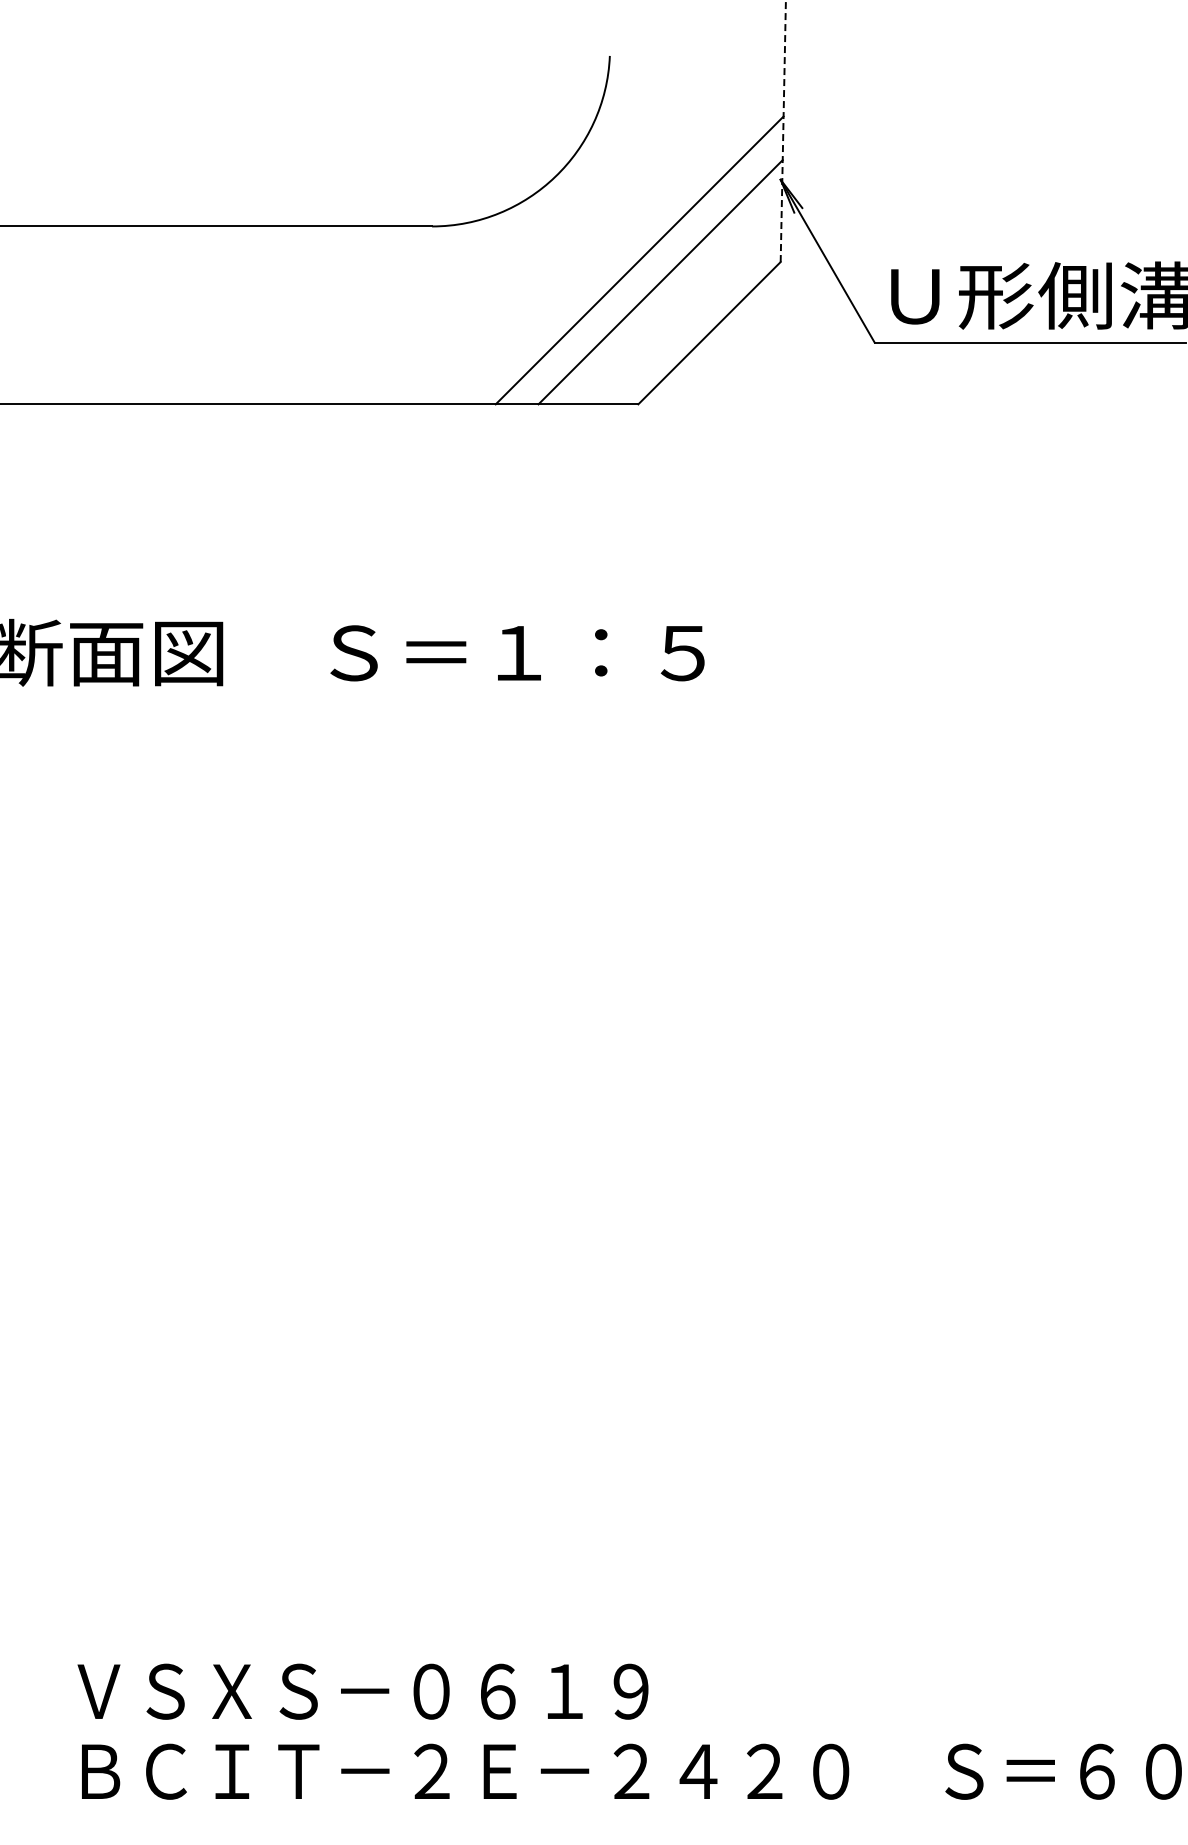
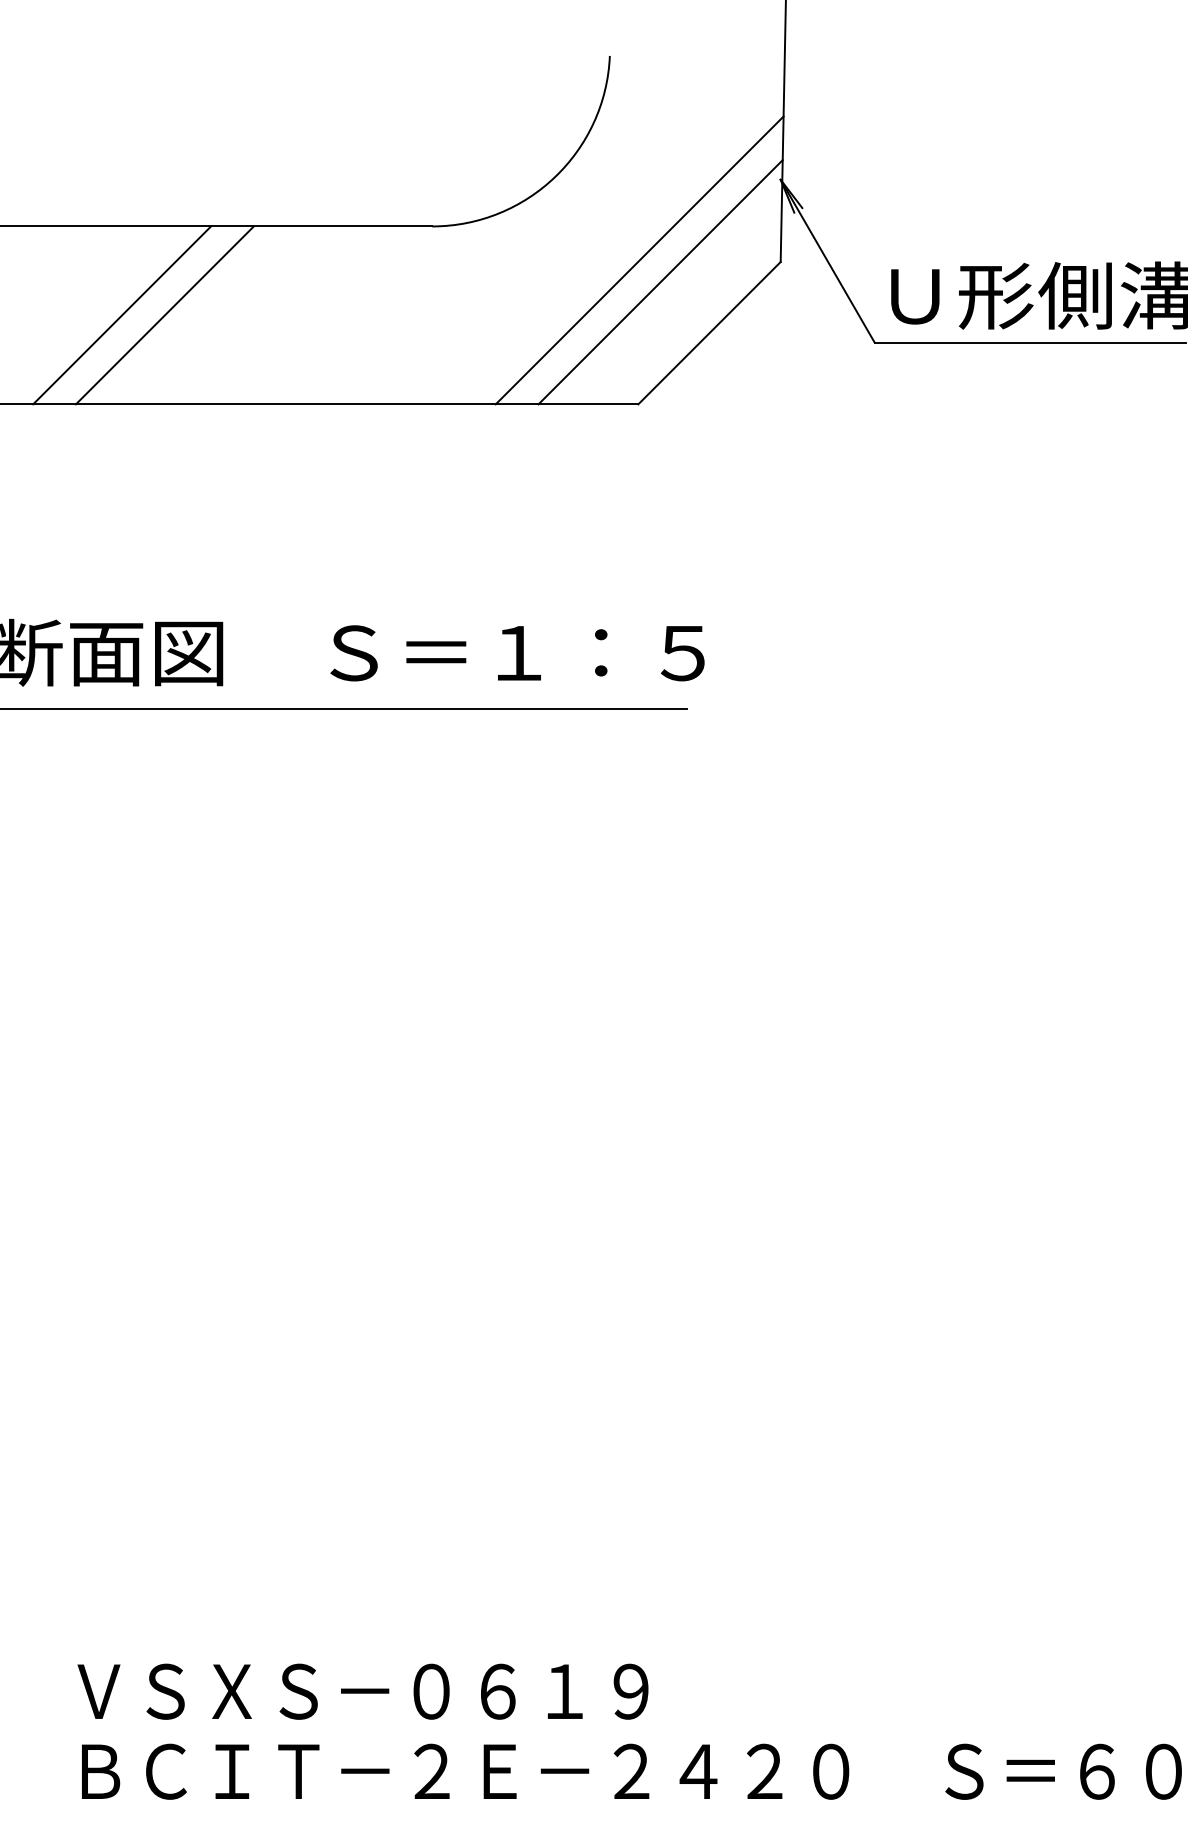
line at (783, 131): dashed -> solid
line at (122, 315): none -> present
line at (164, 315): none -> present
line at (344, 709): none -> present
